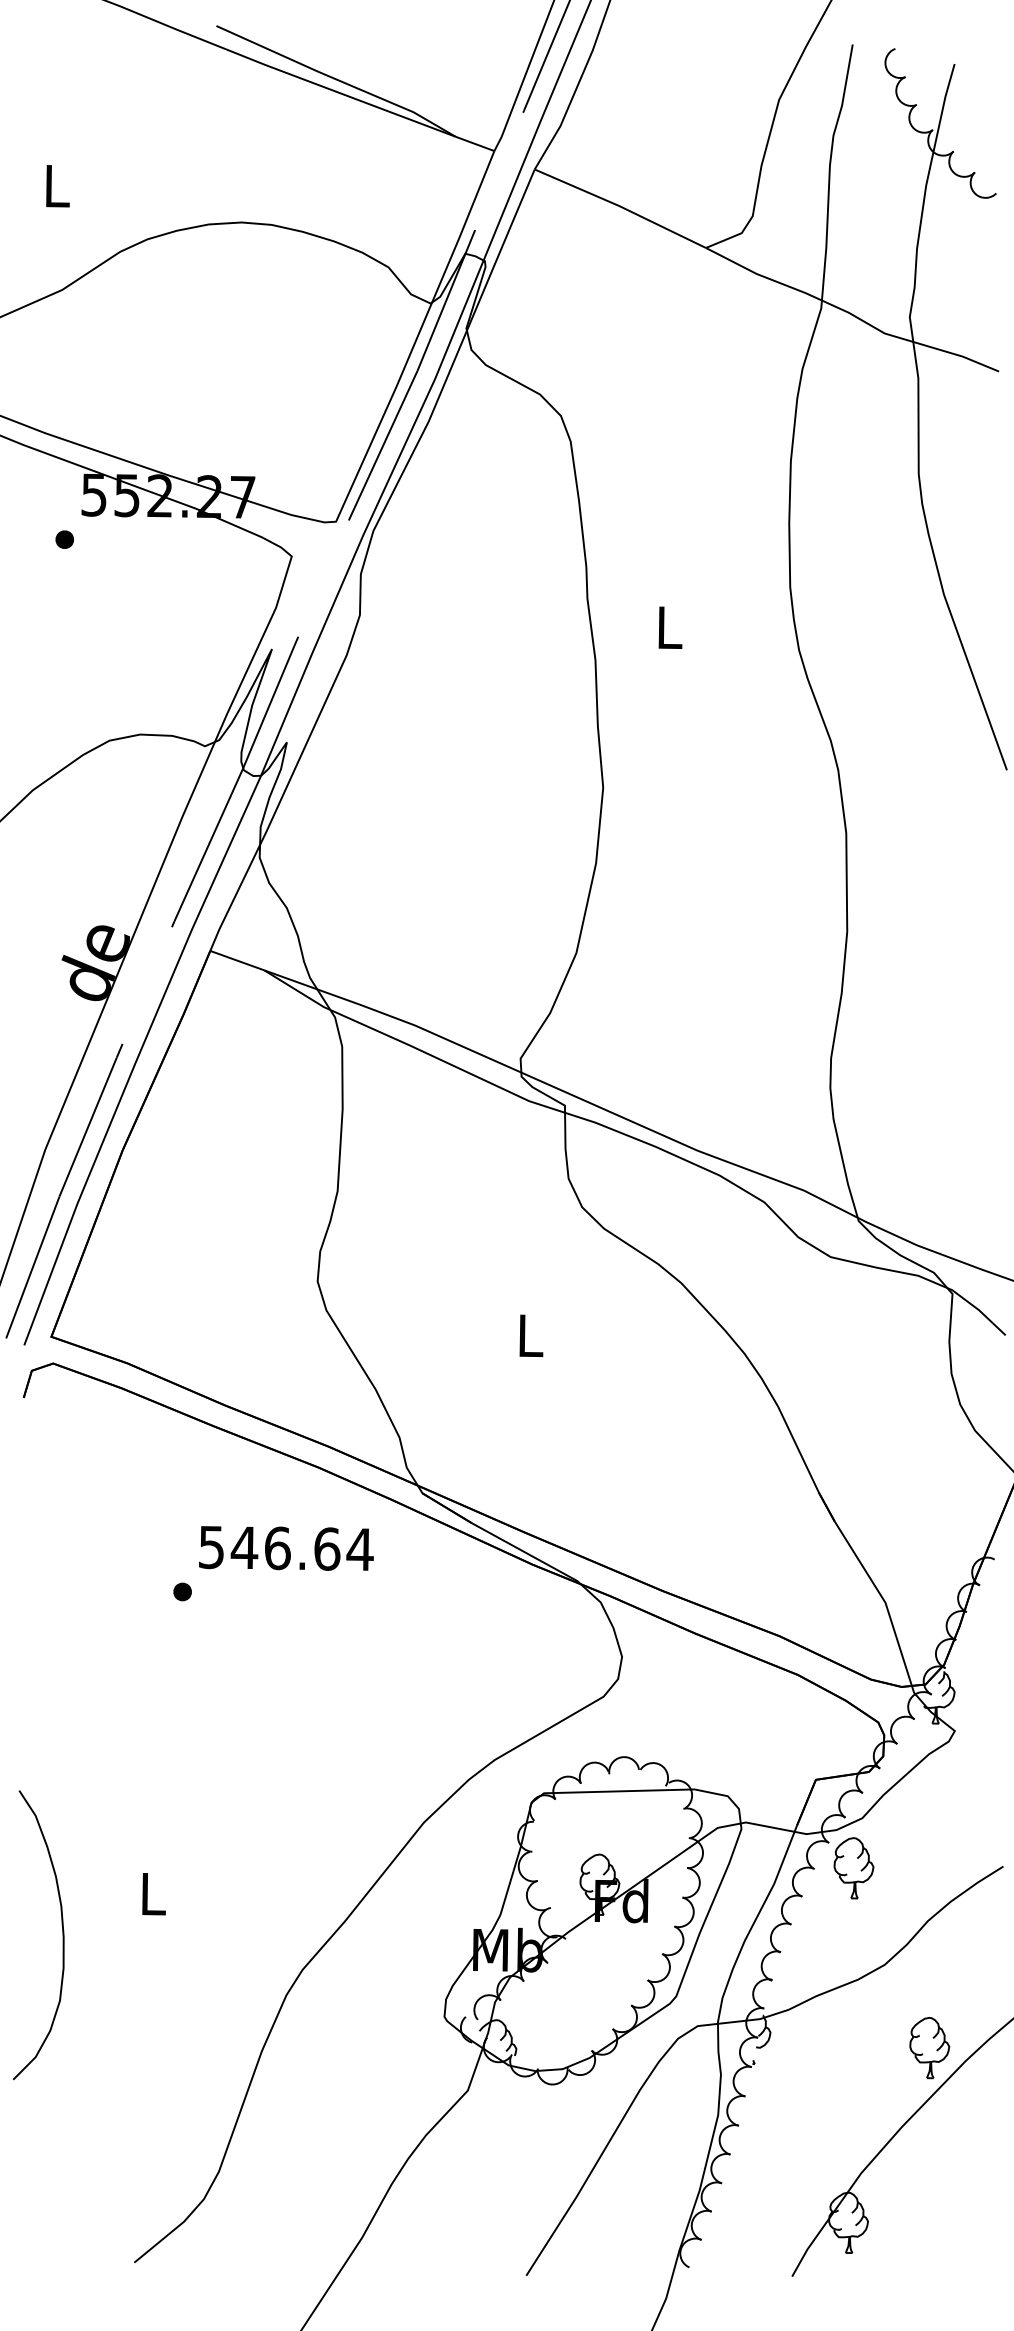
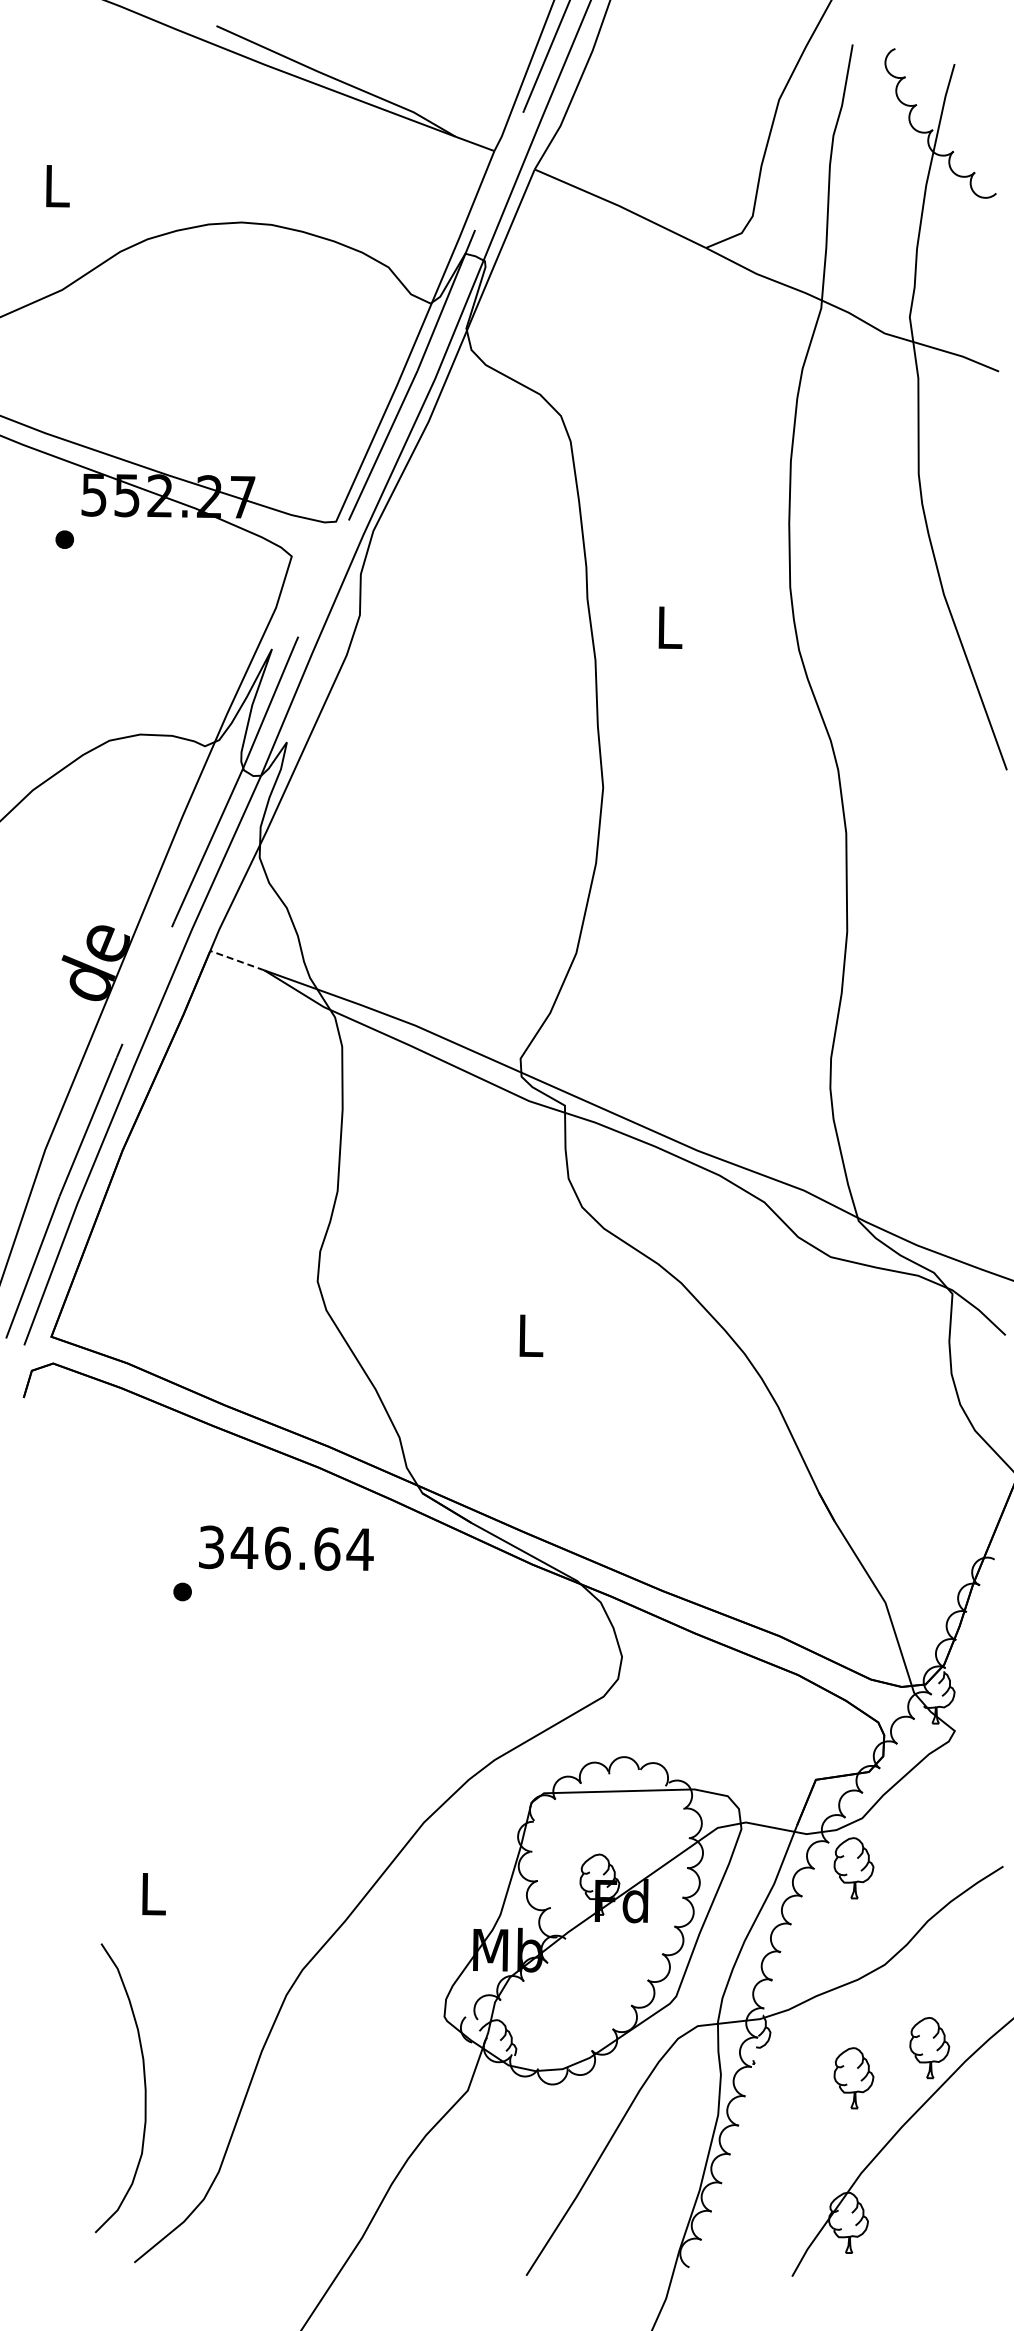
line at (237, 960): solid -> dashed
text at (211, 1546): 546.64 -> 346.64
curve at (62, 1935) position: (62, 1935) -> (144, 2088)
part at (853, 2078): none -> present
